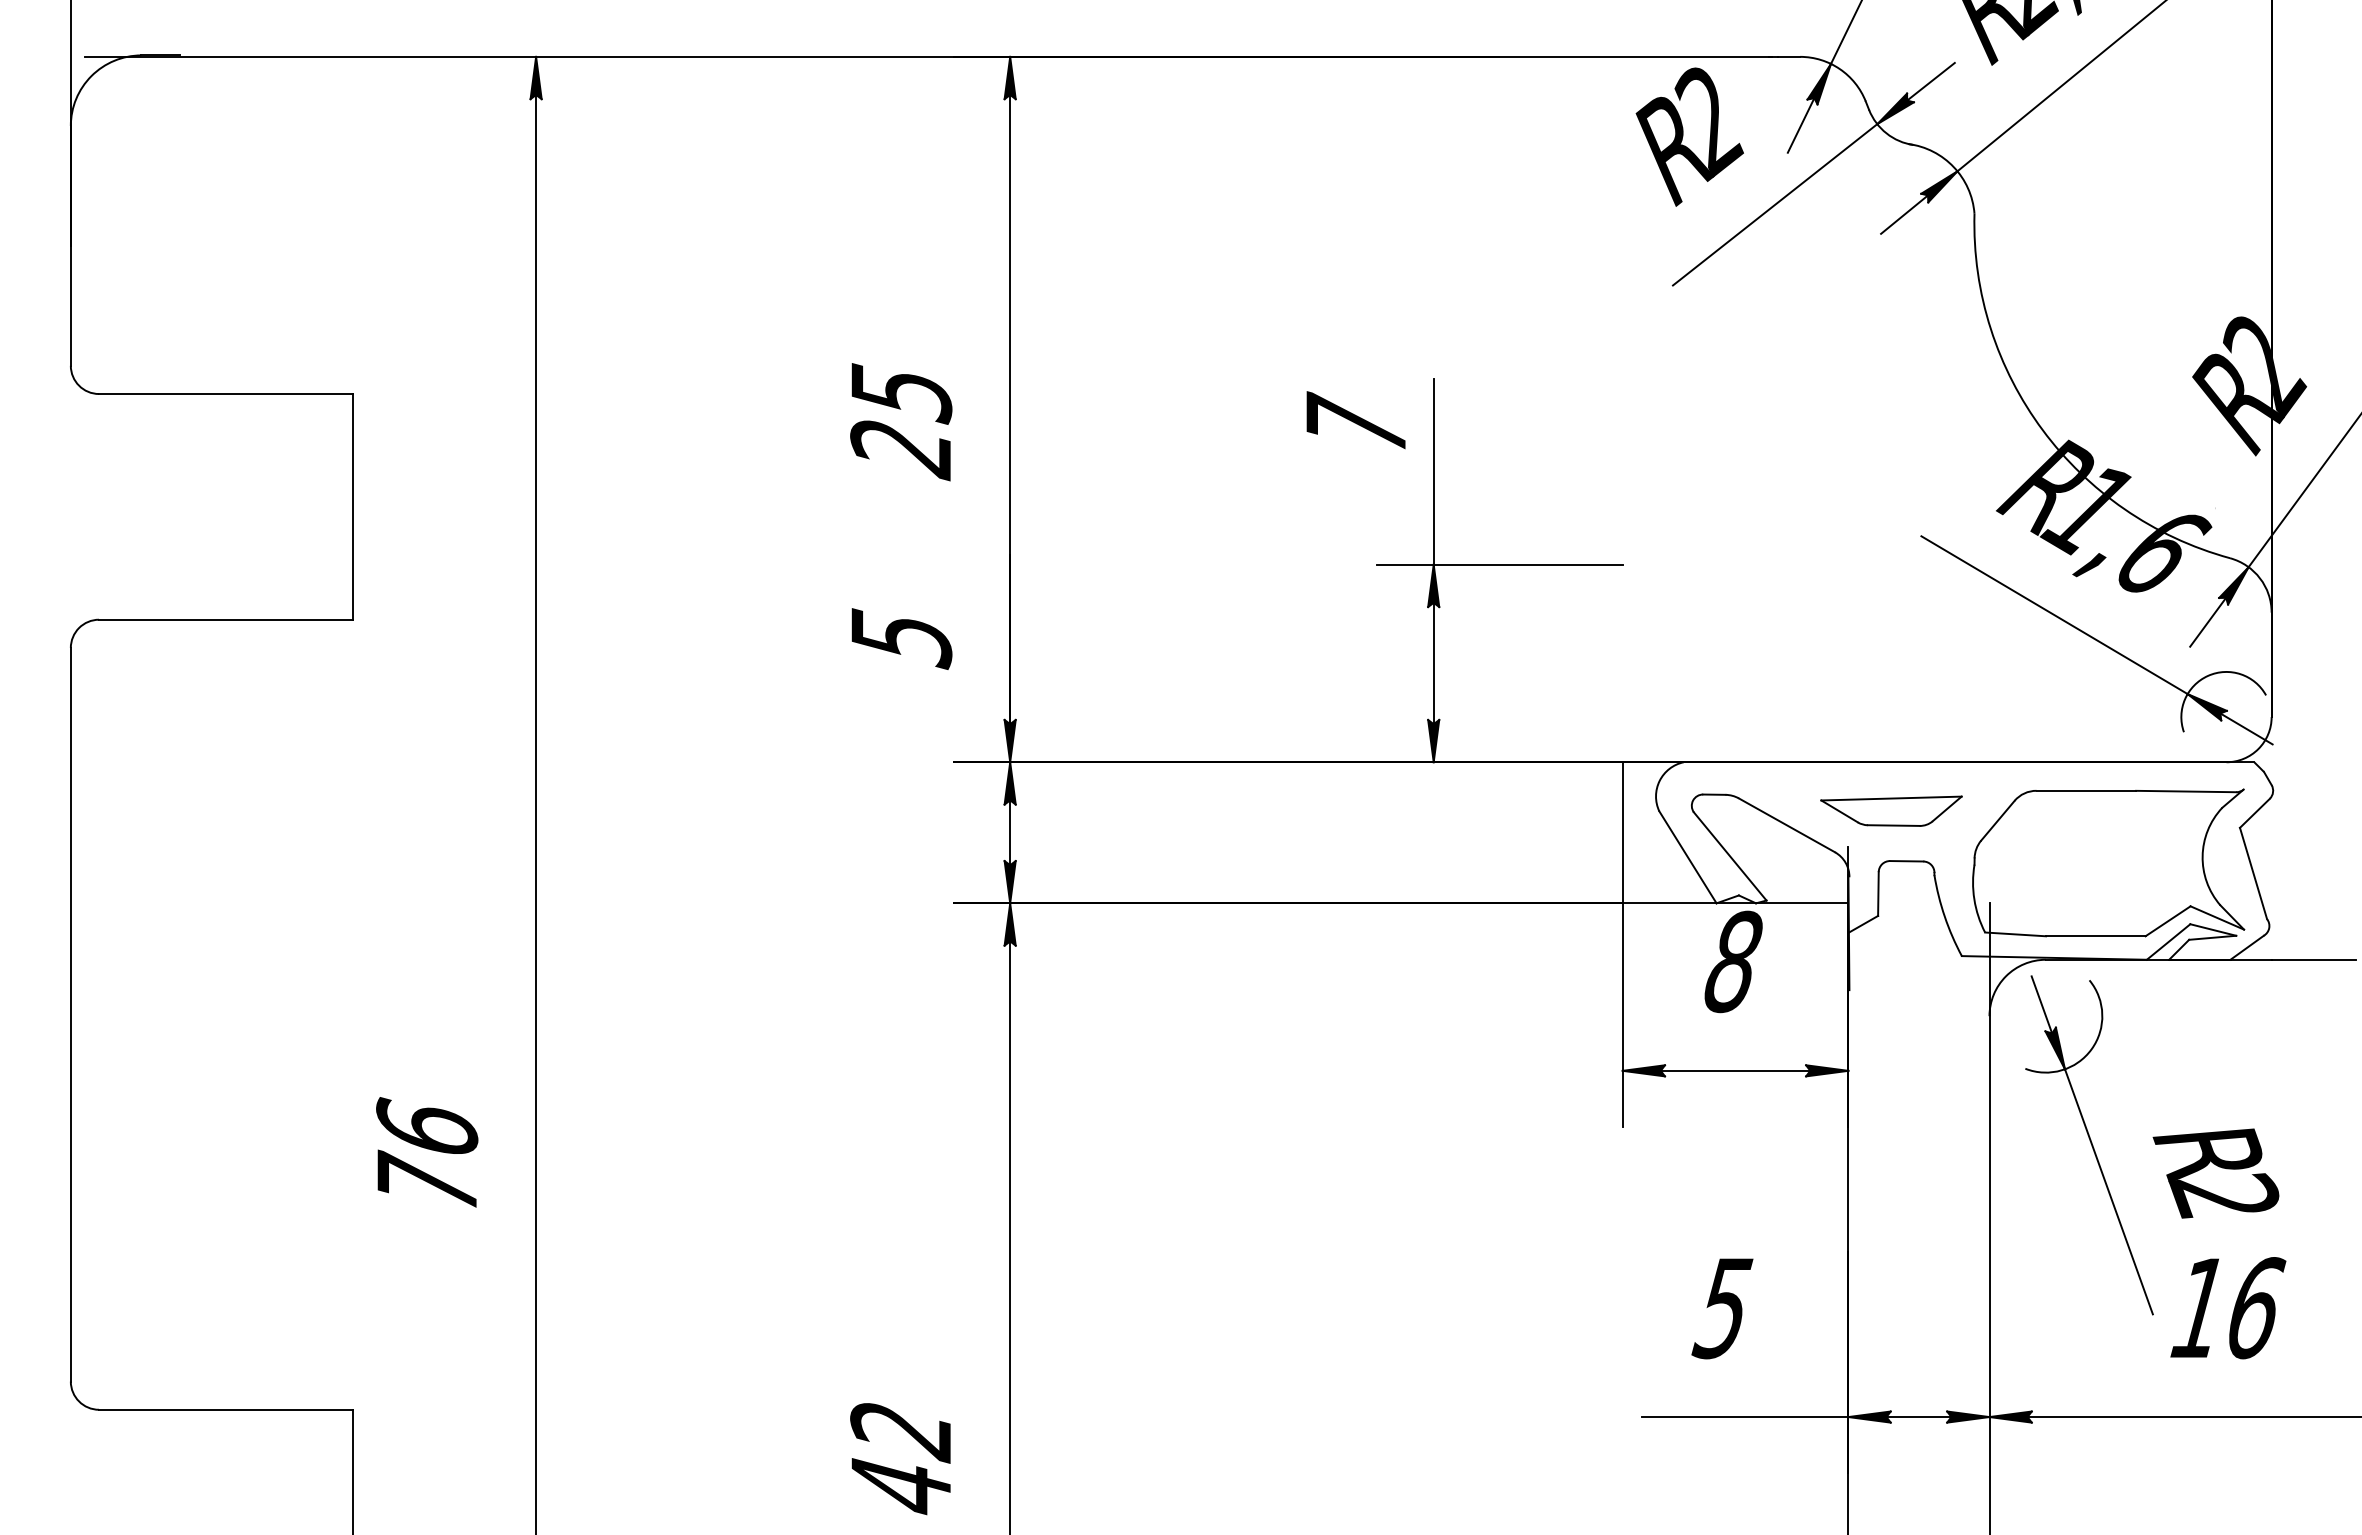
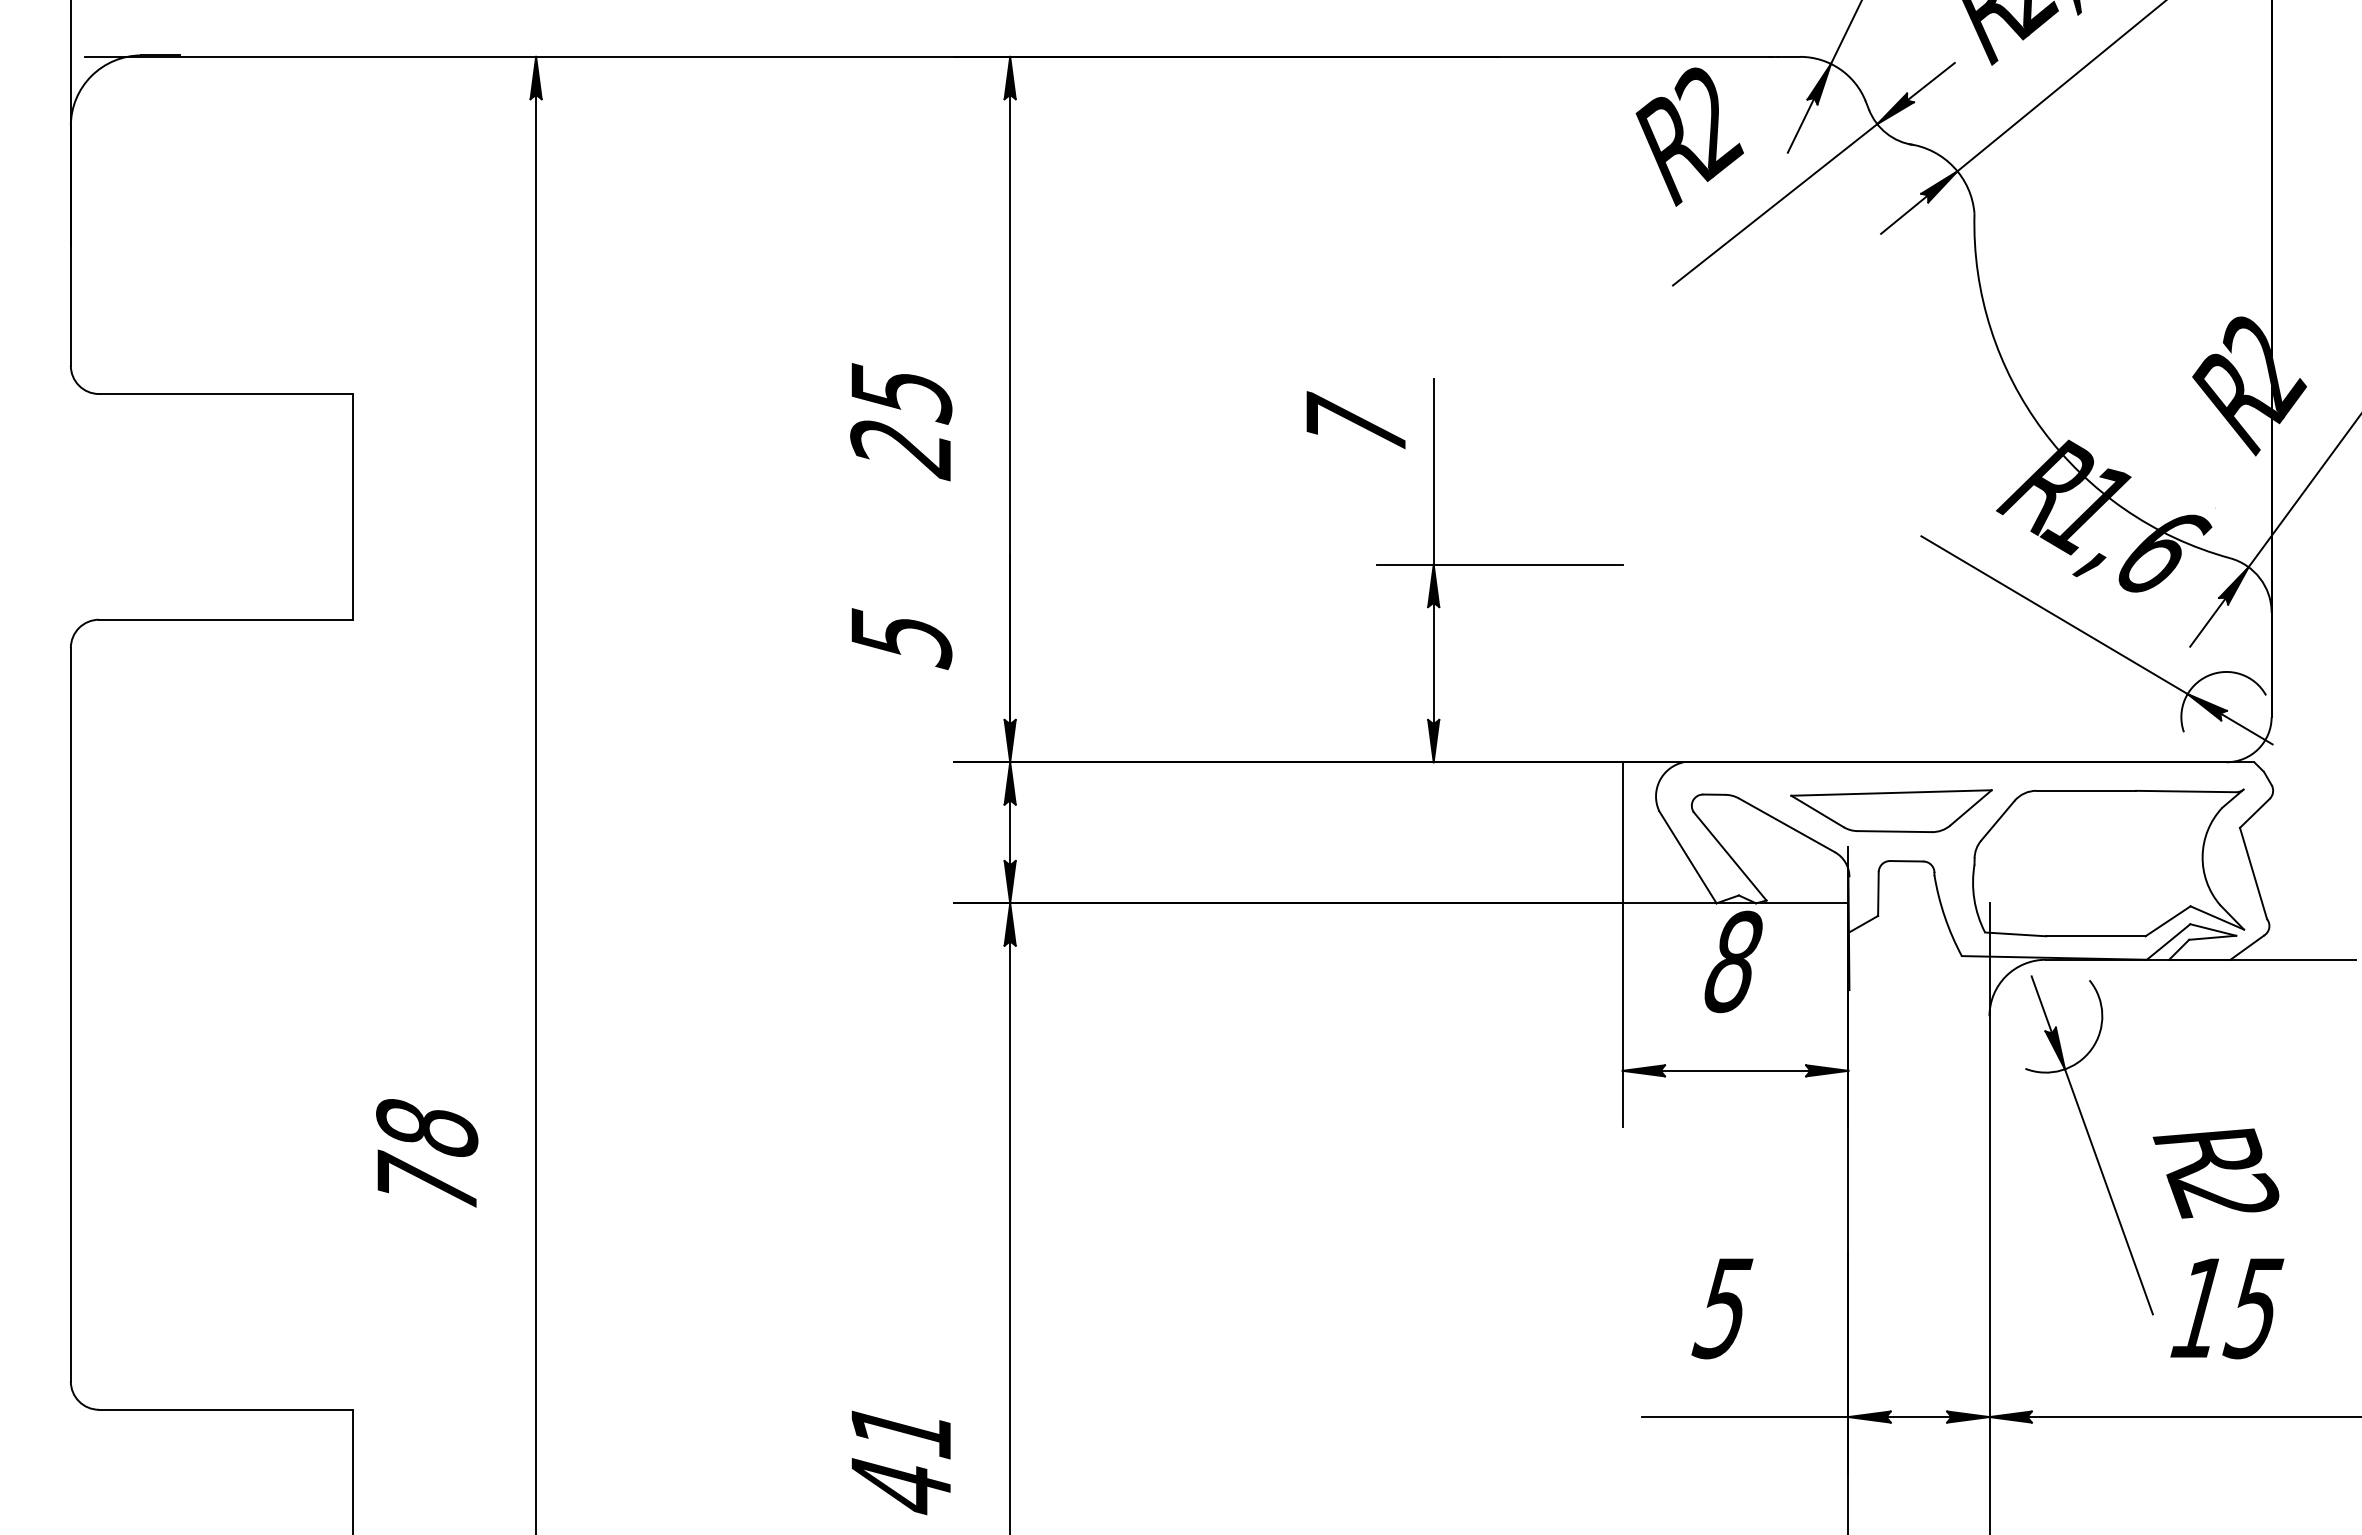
part at (1891, 810) size: 143x32 px -> 203x45 px
text at (427, 1126): 76 -> 78
text at (2254, 1308): 16 -> 15
text at (900, 1433): 42 -> 41
